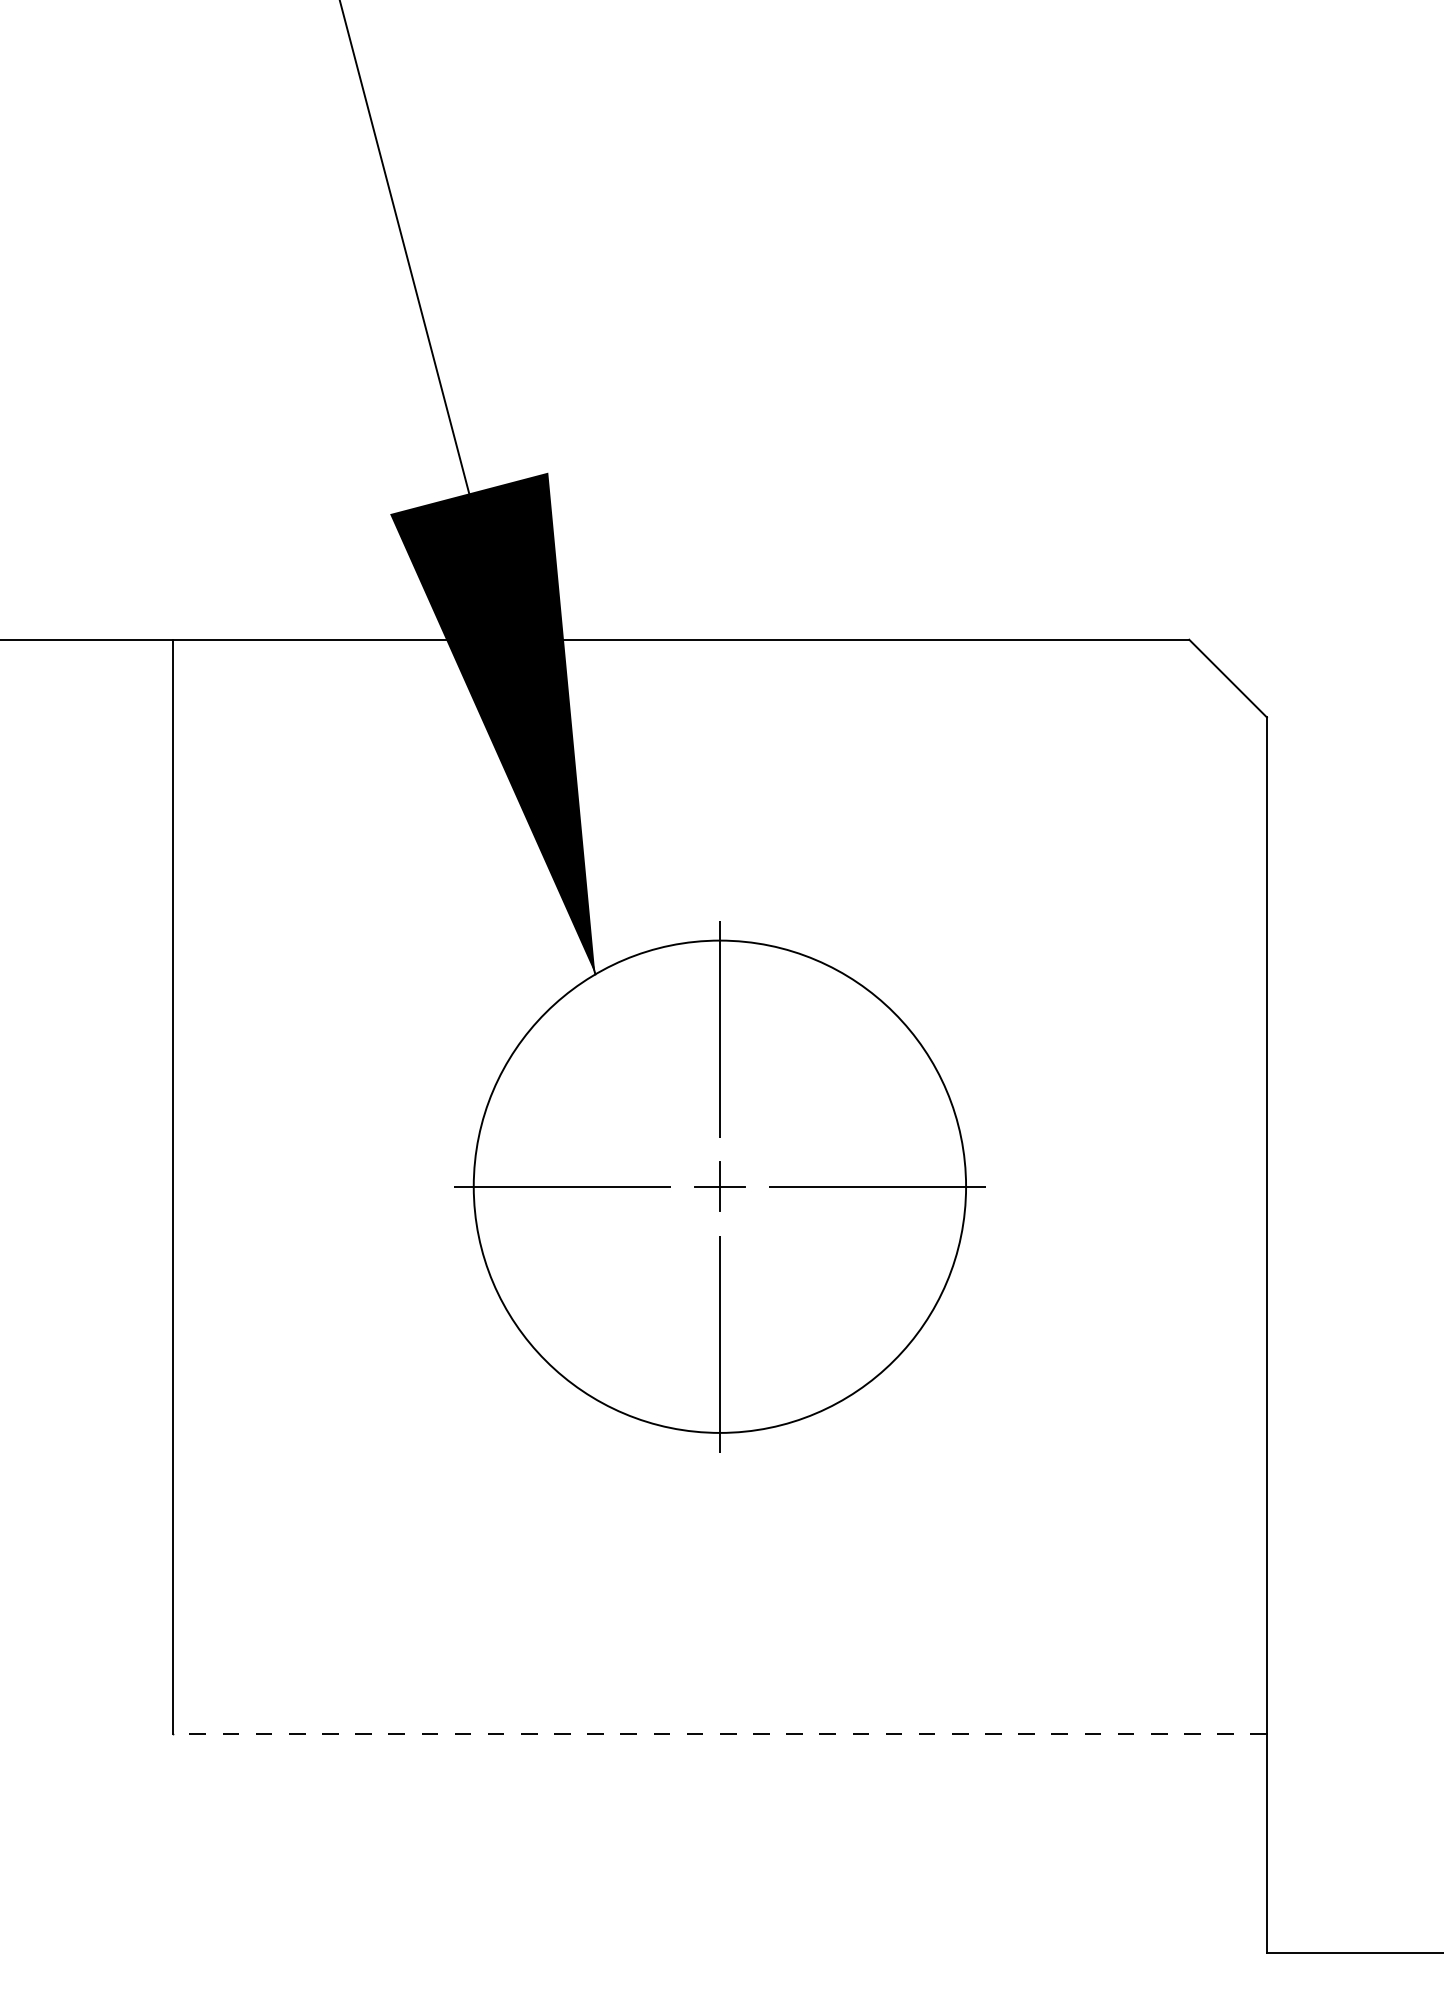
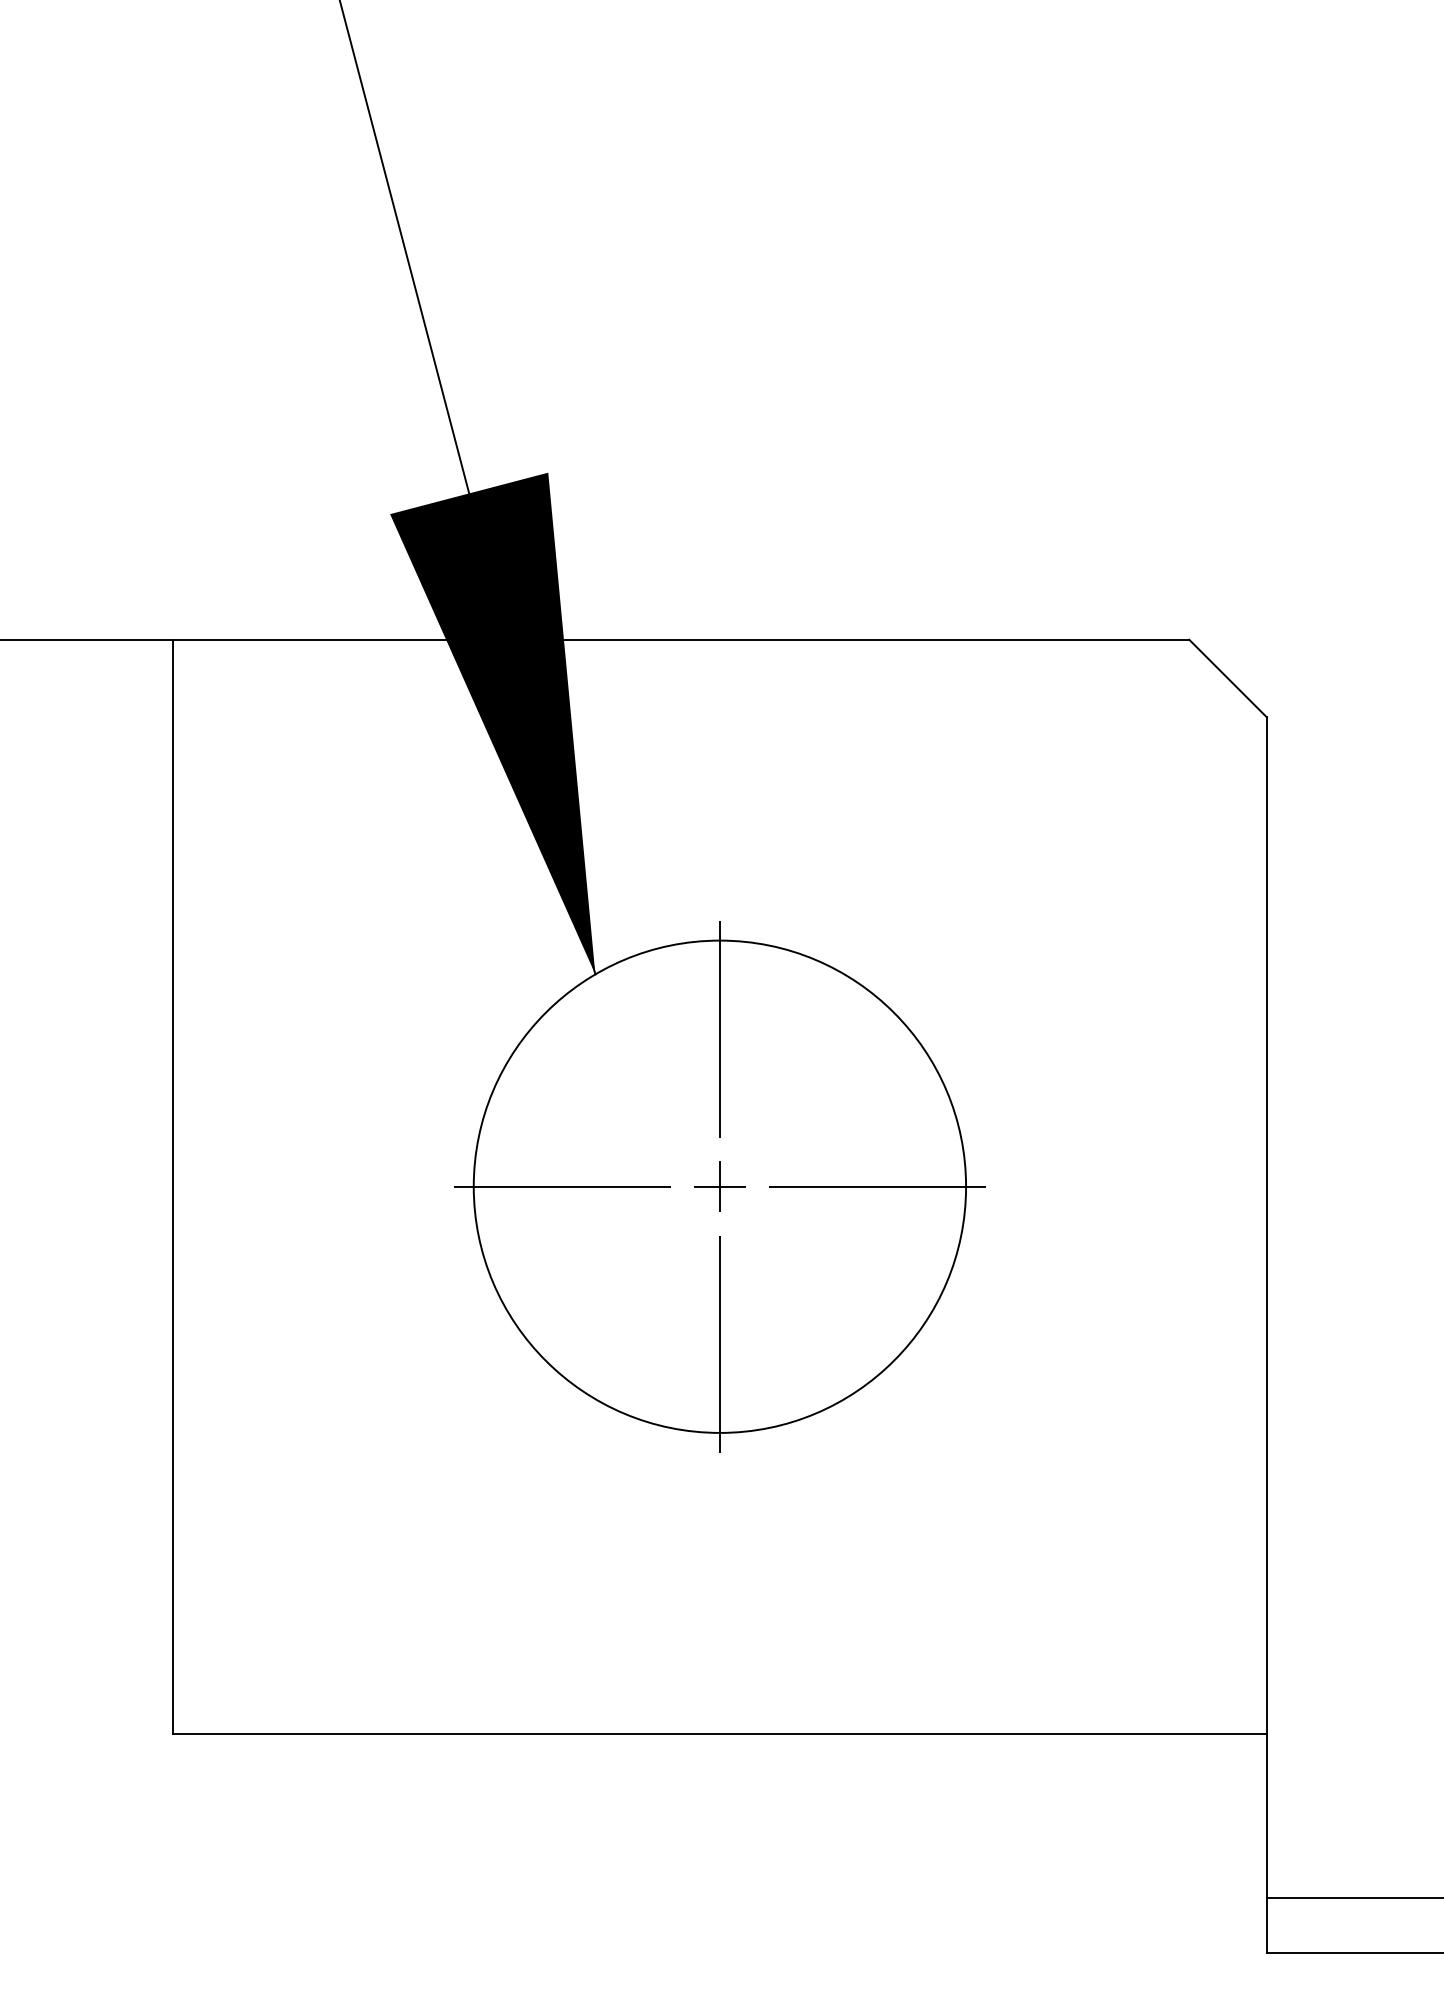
line at (719, 1733): dashed -> solid
line at (1353, 1897): none -> present
